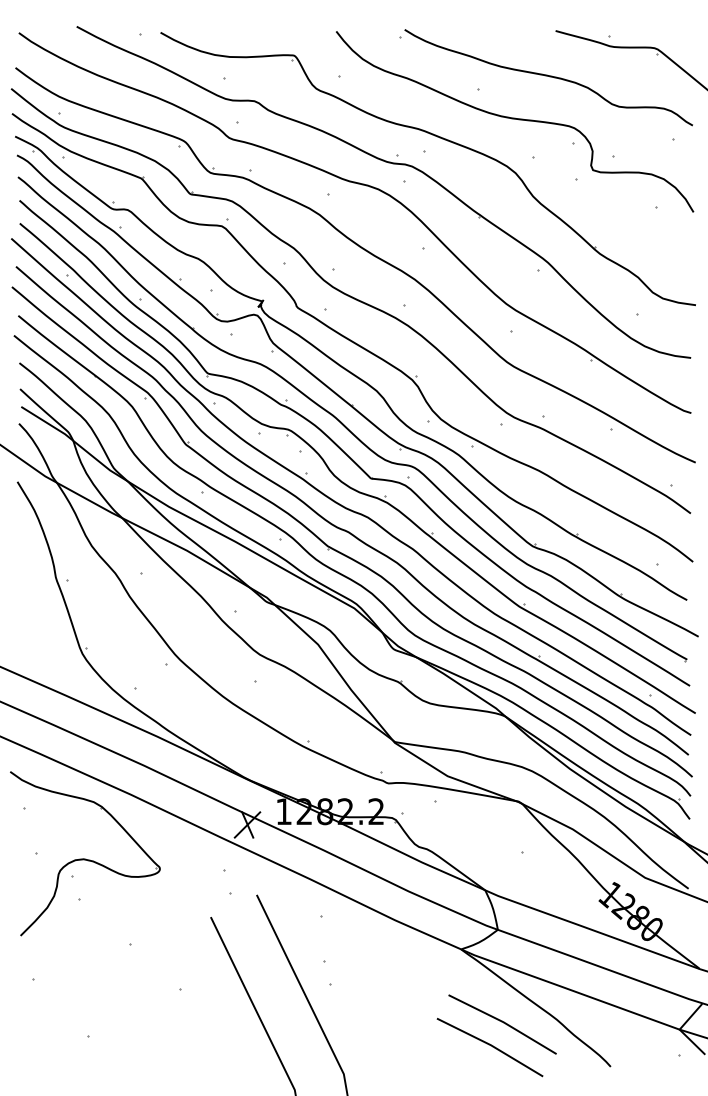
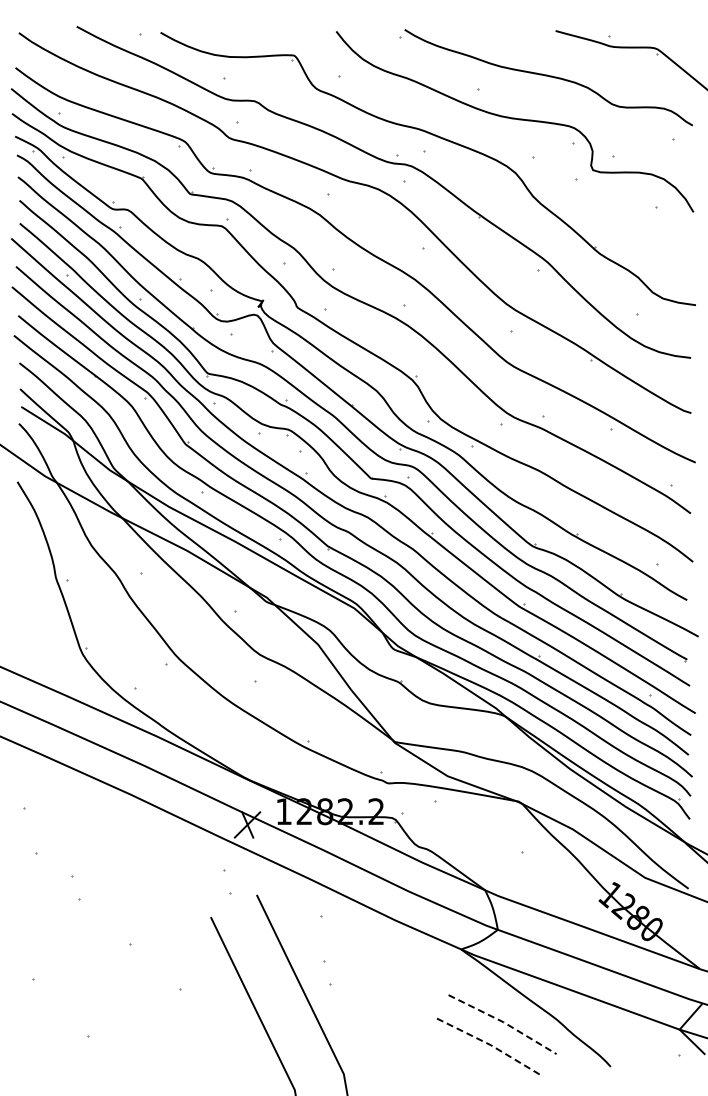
part at (85, 853): present -> none
line at (503, 1022): solid -> dashed
line at (491, 1045): solid -> dashed
